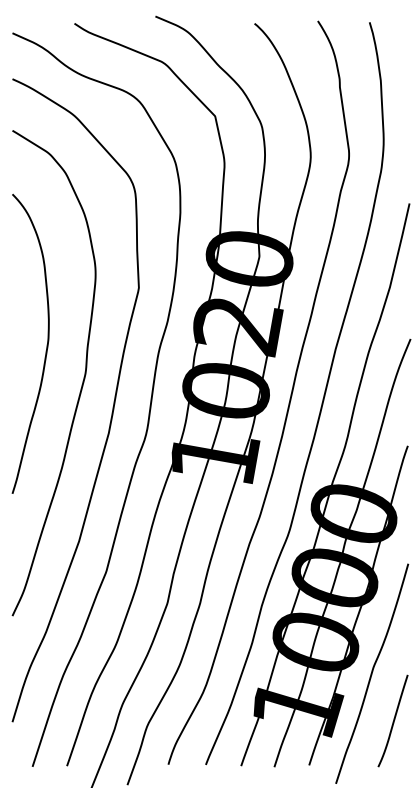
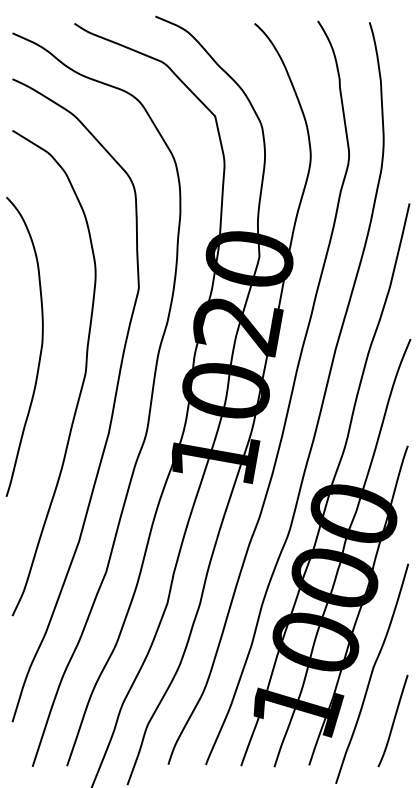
curve at (46, 344) position: (46, 344) -> (40, 347)
